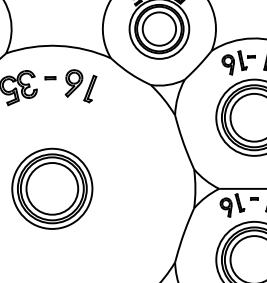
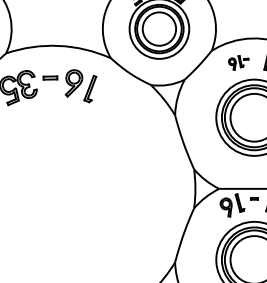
part at (238, 62) size: 35x26 px -> 22x16 px
part at (50, 78) size: 13x5 px -> 17x6 px
part at (52, 188): present -> none
